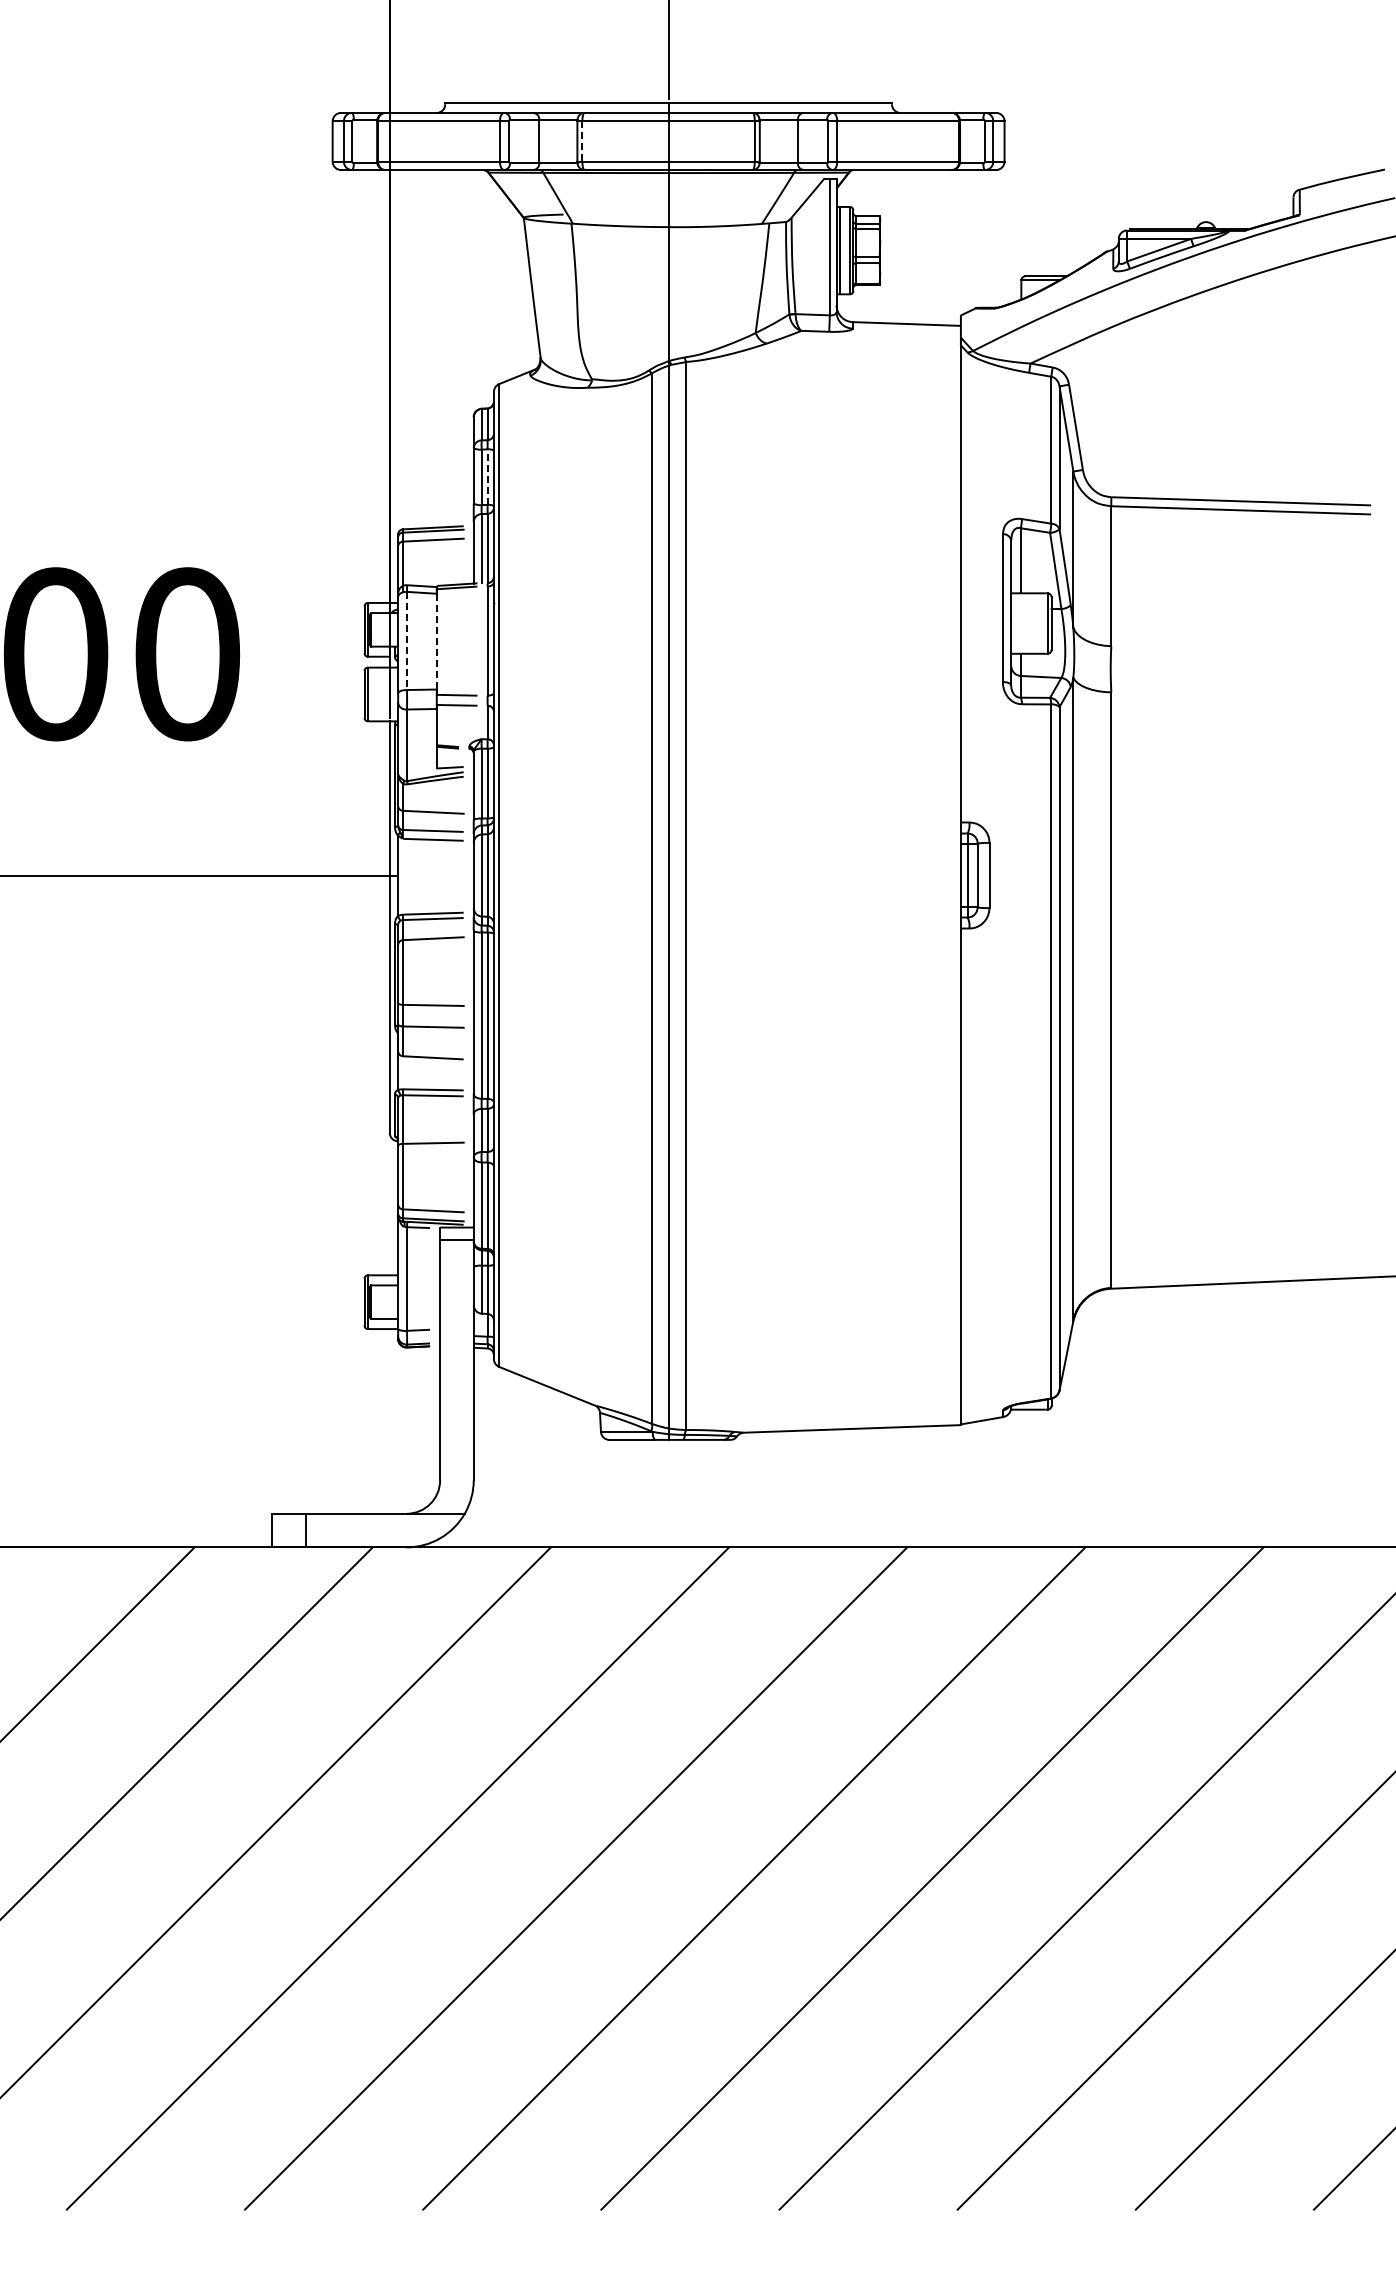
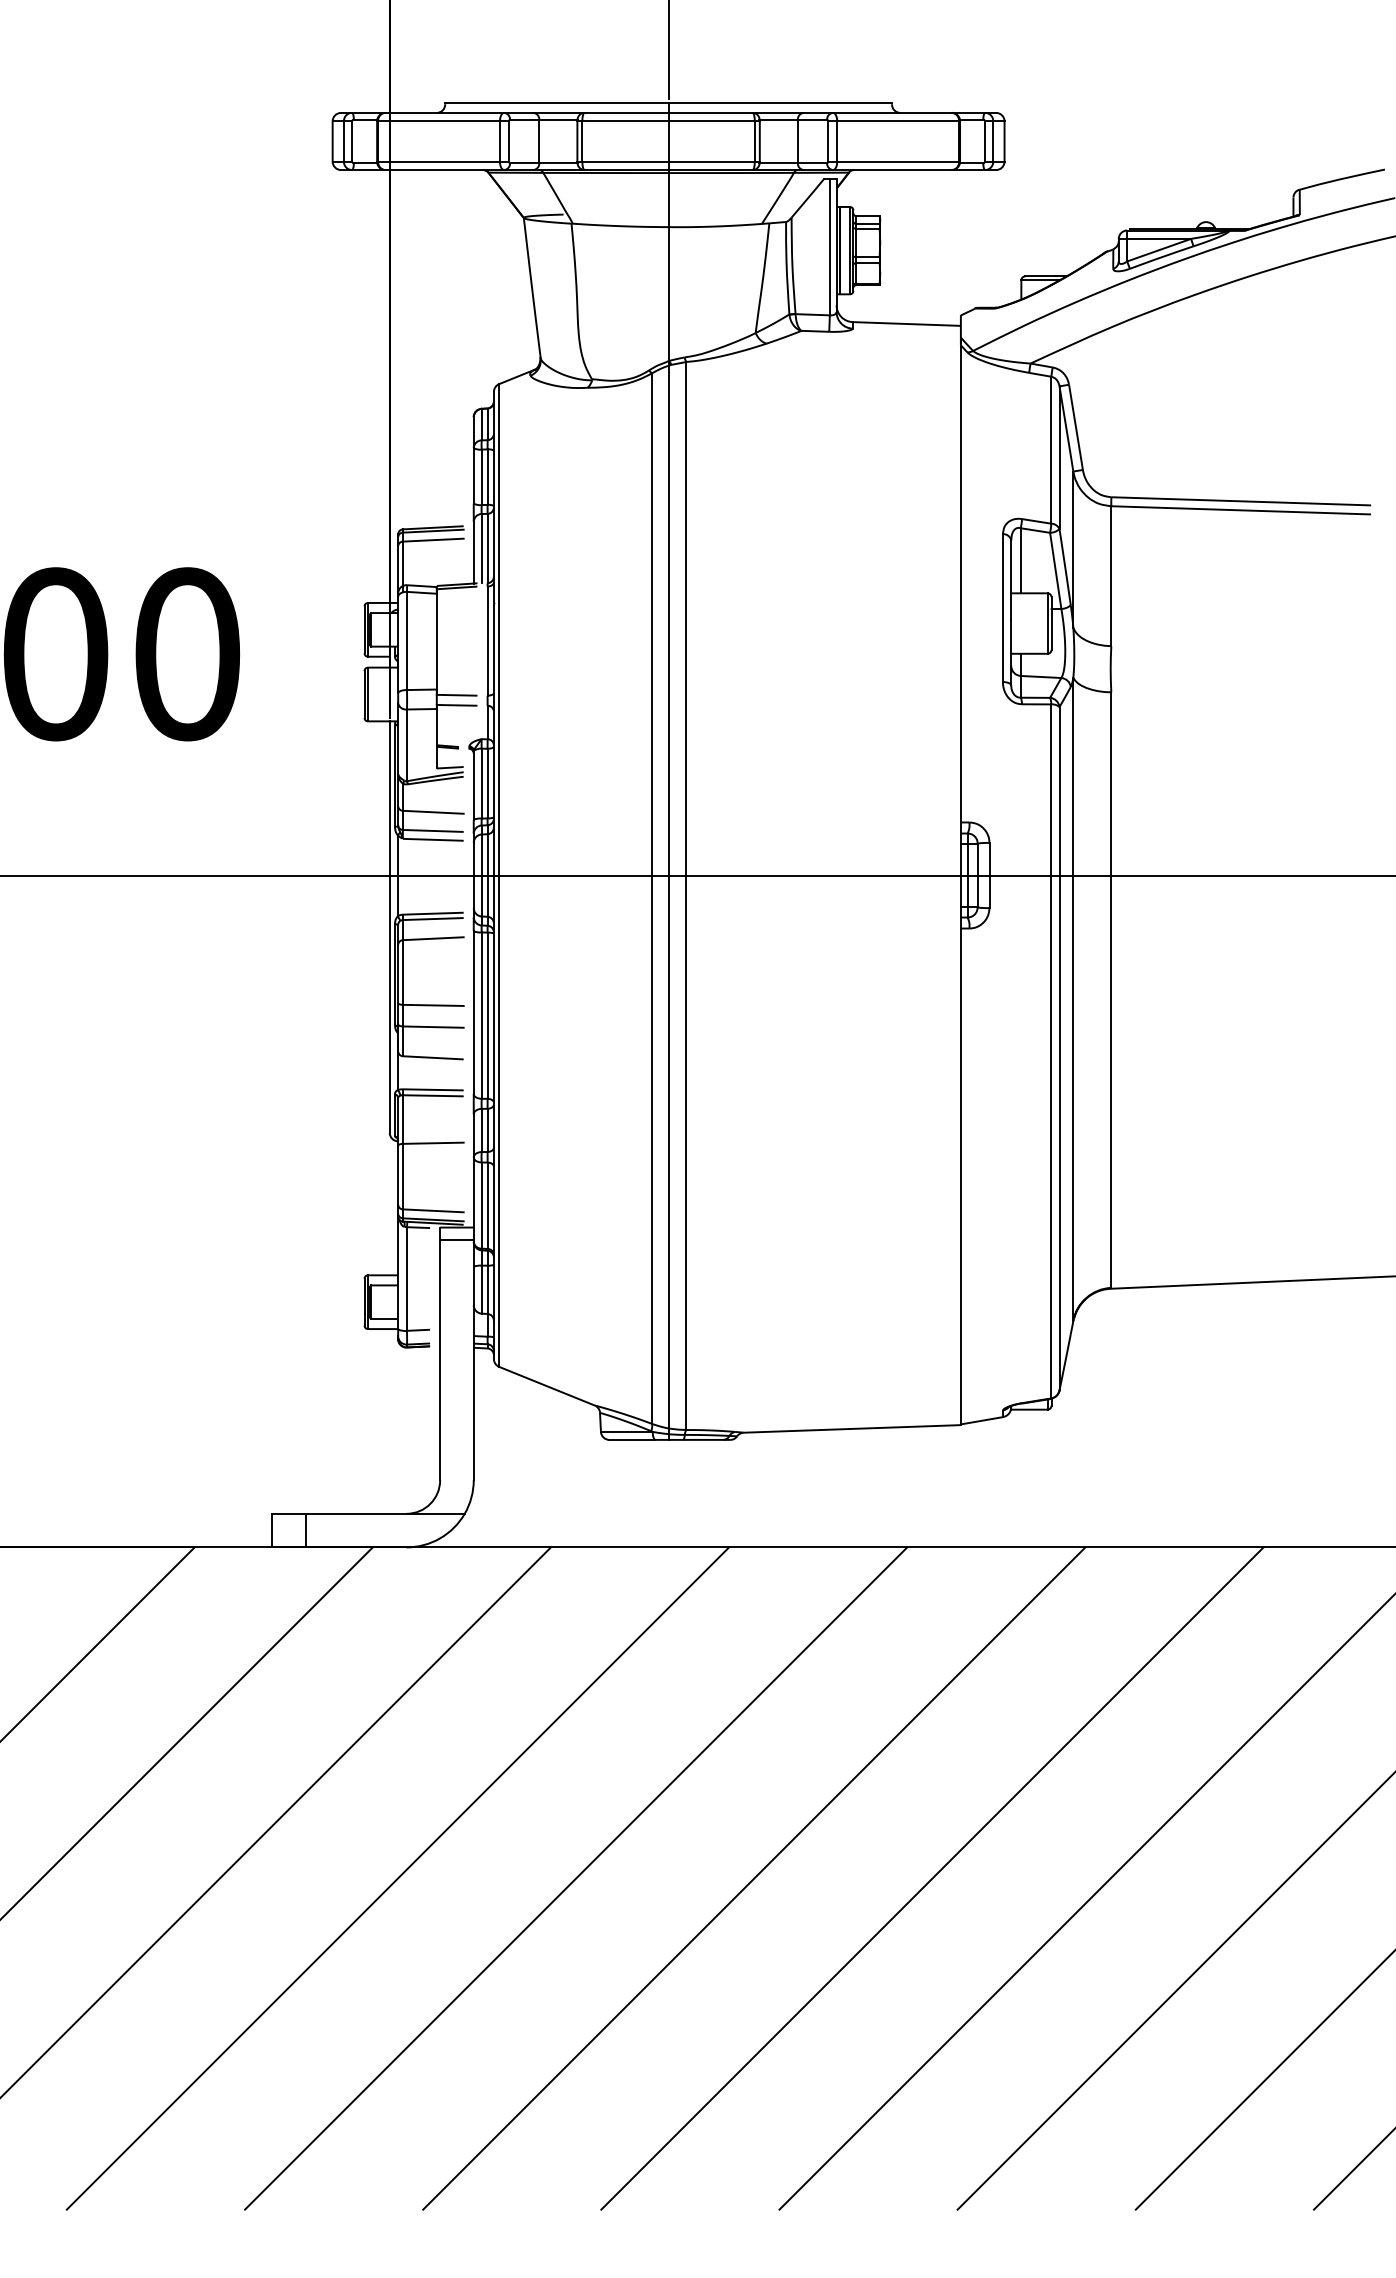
line at (582, 141): dashed -> solid
line at (487, 477): dashed -> solid
line at (407, 641): dashed -> solid
line at (436, 641): dashed -> solid
line at (895, 875): none -> present
